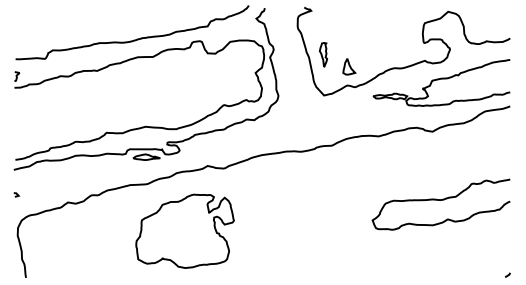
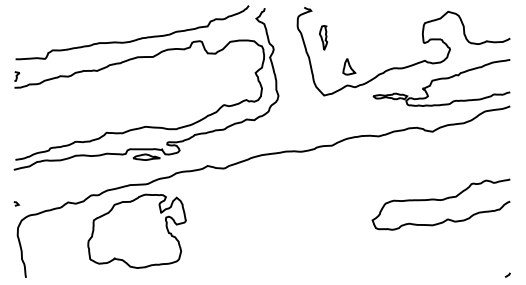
part at (323, 54) position: (323, 54) -> (323, 37)
line at (16, 194) position: (16, 194) -> (16, 203)
part at (184, 230) position: (184, 230) -> (136, 230)
